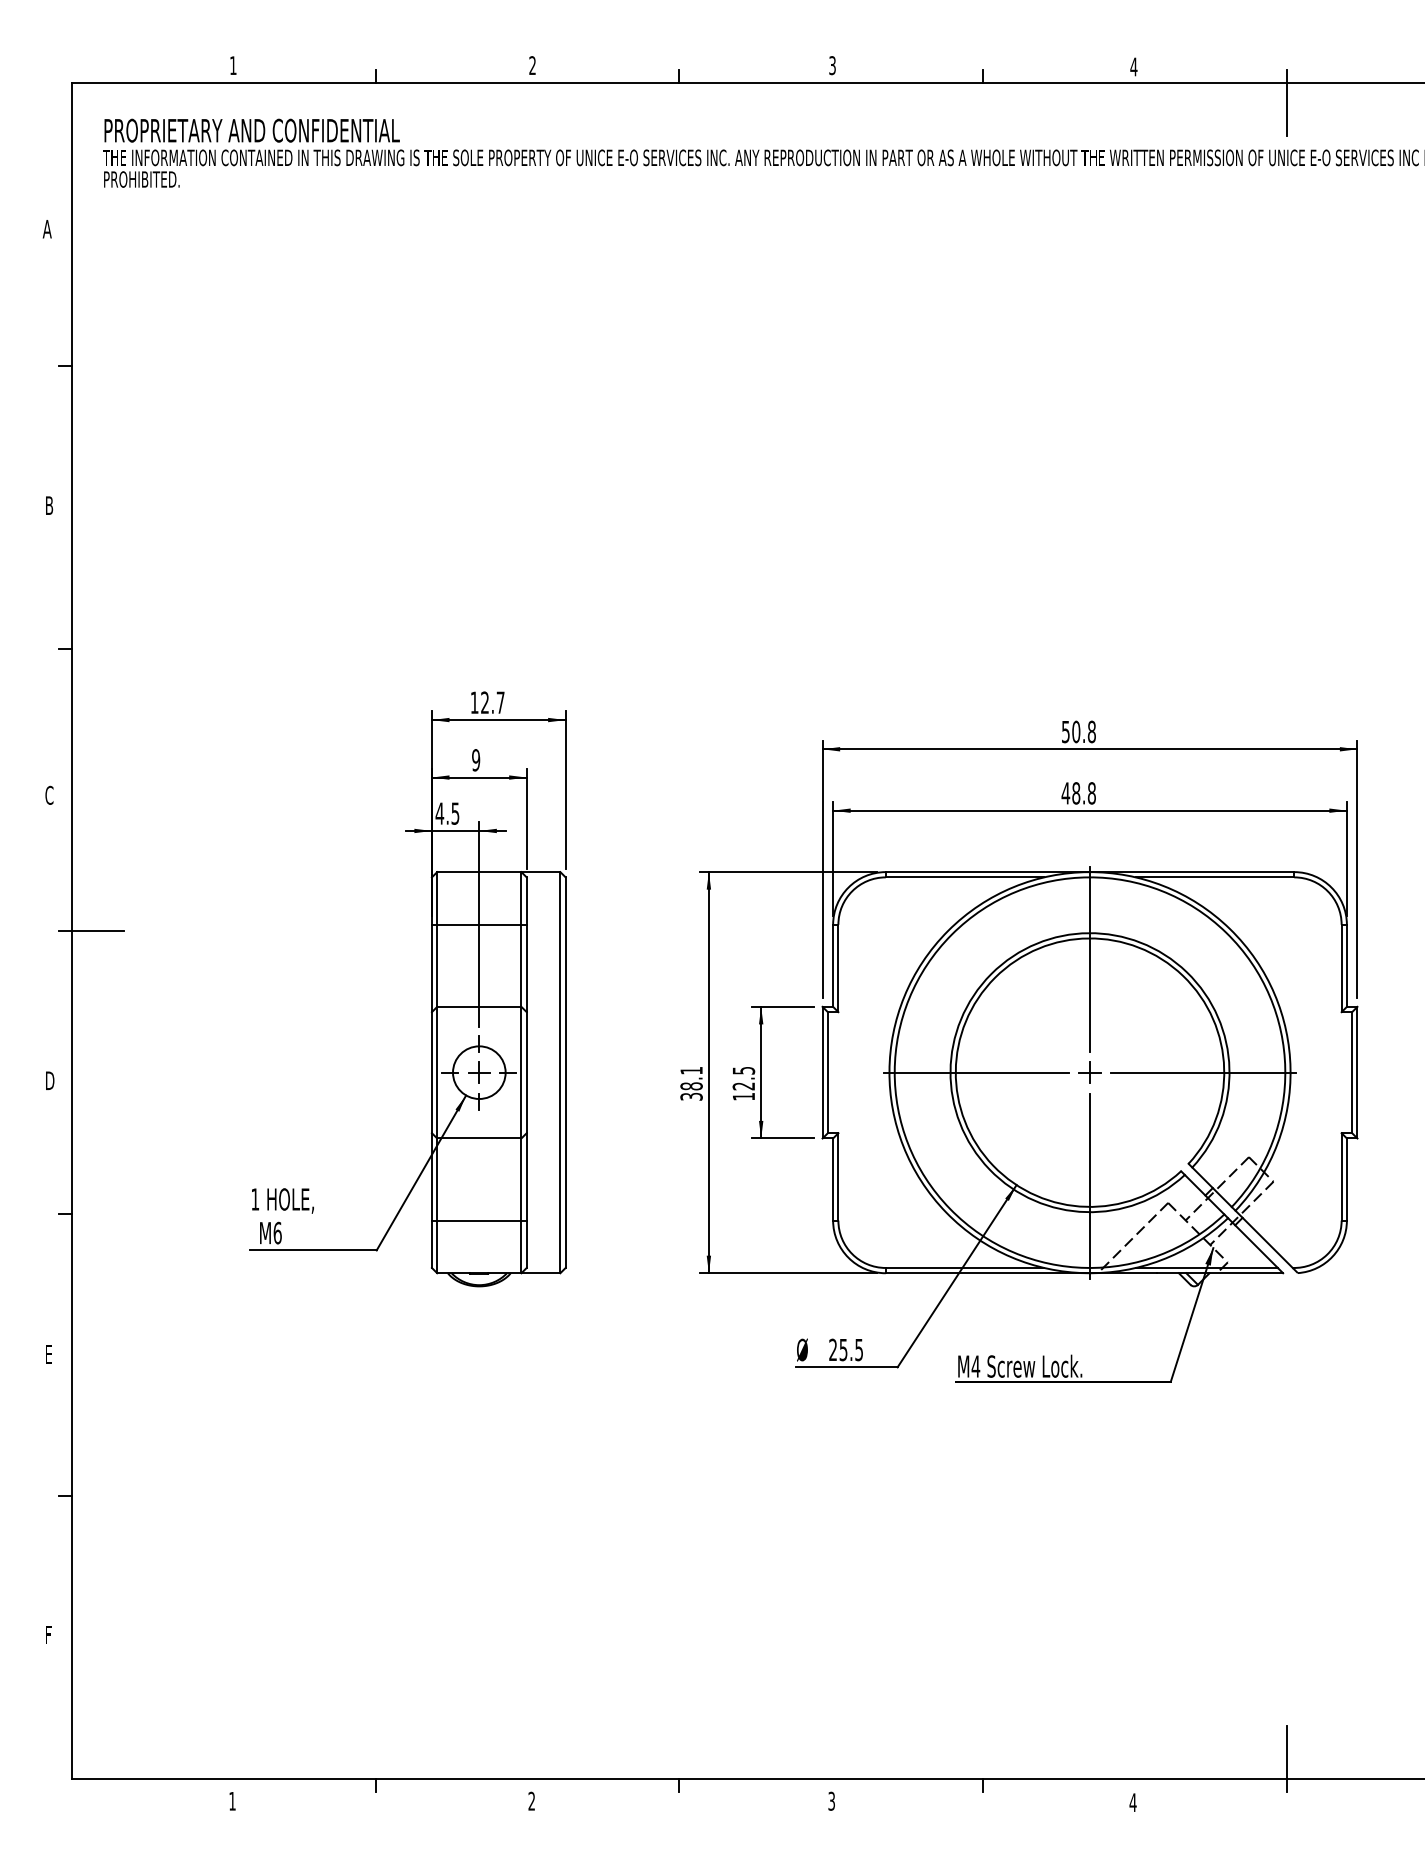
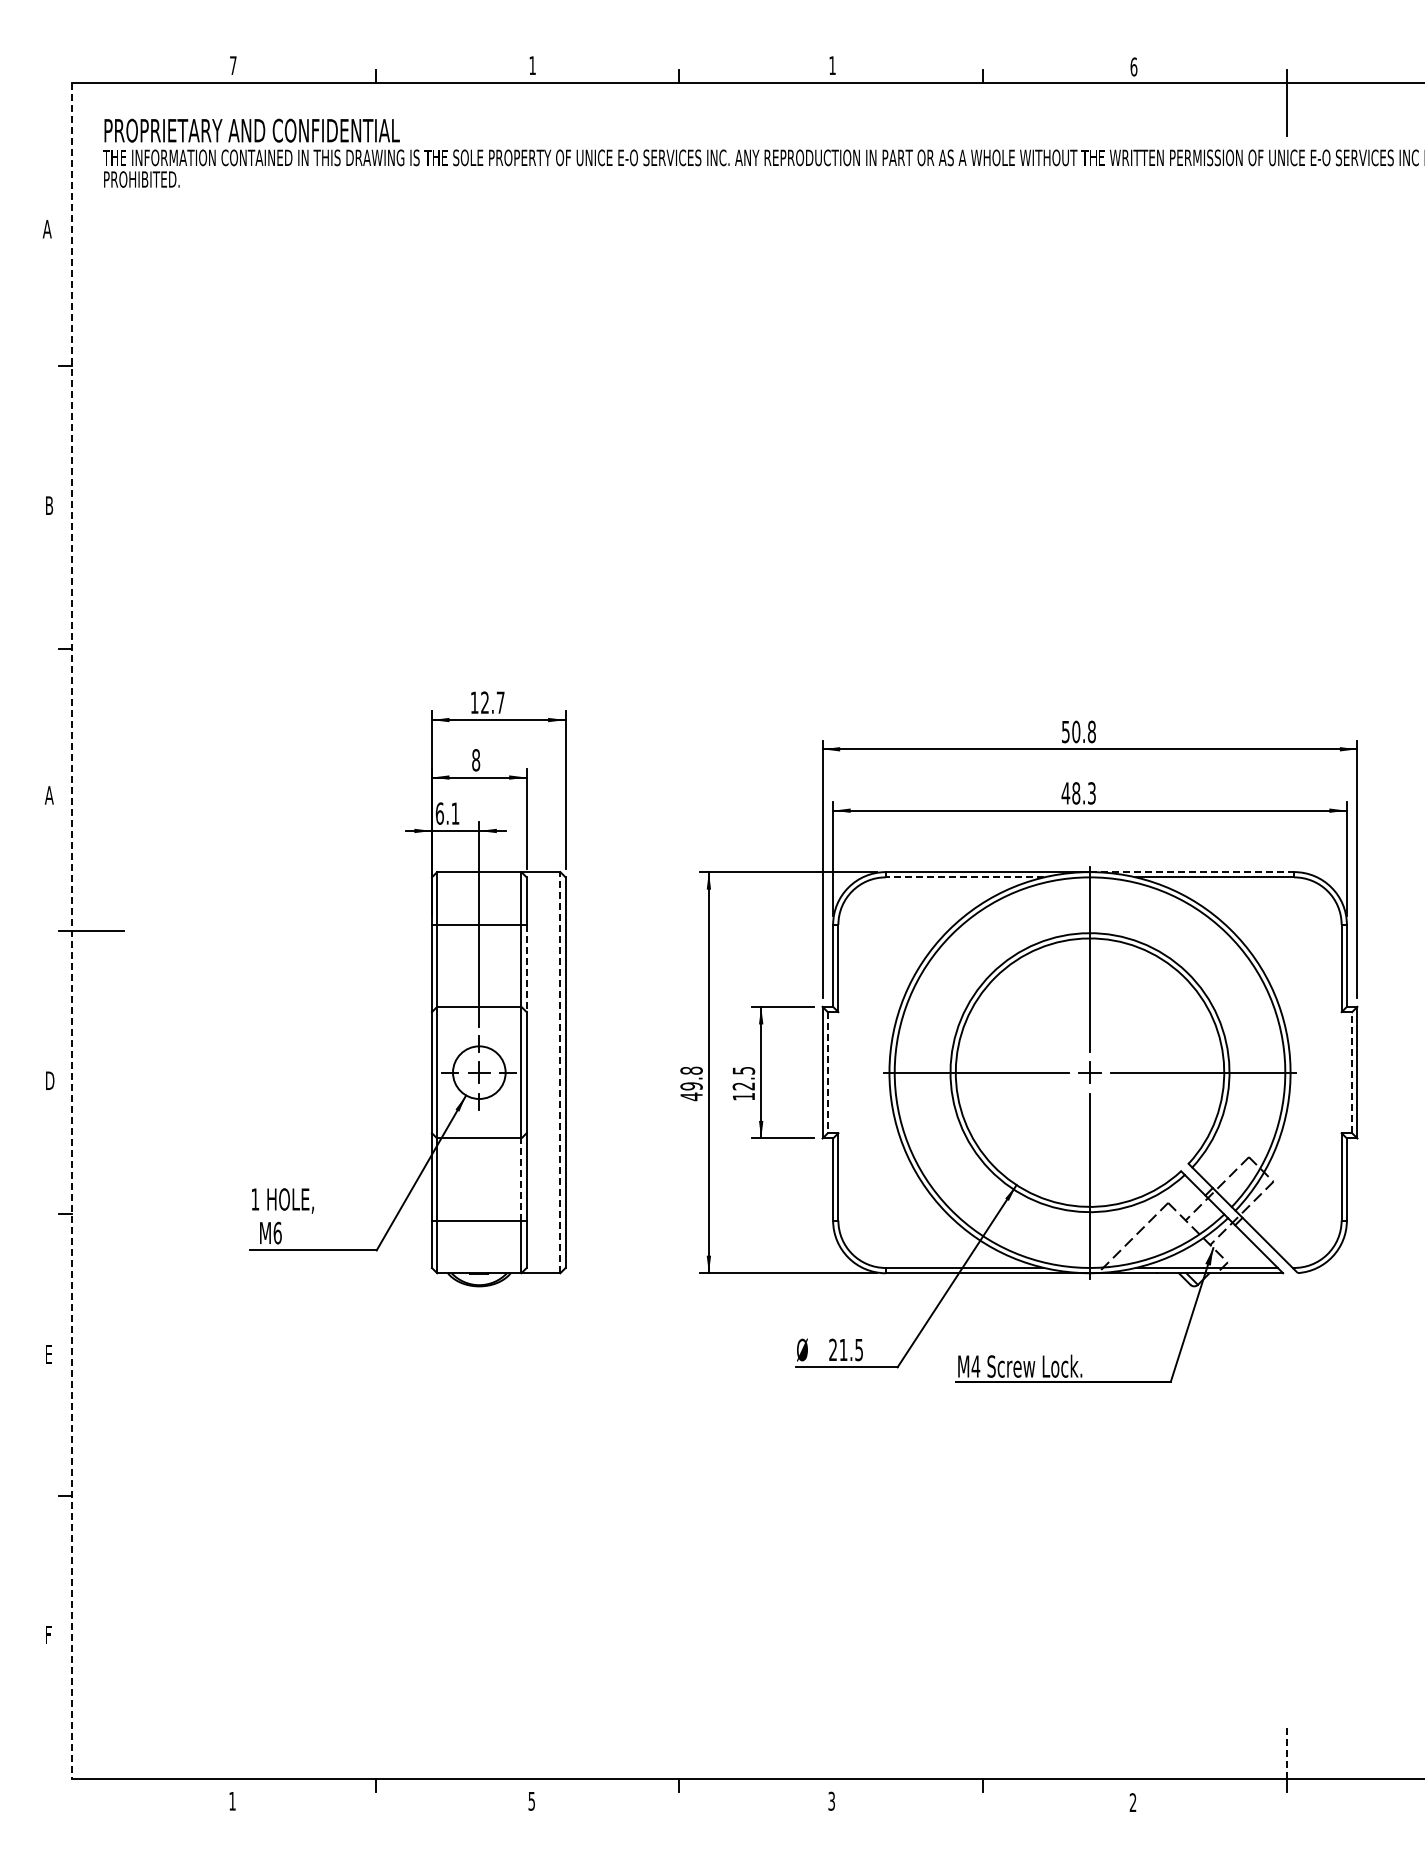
text at (233, 65): 1 -> 7
text at (532, 65): 2 -> 1
text at (832, 65): 3 -> 1
text at (1133, 66): 4 -> 6
text at (476, 760): 9 -> 8
text at (1091, 793): 48.8 -> 48.3
text at (48, 794): C -> A
text at (447, 813): 4.5 -> 6.1
line at (1192, 872): solid -> dashed
line at (964, 877): solid -> dashed
line at (71, 931): solid -> dashed
line at (526, 968): solid -> dashed
line at (560, 1072): solid -> dashed
line at (827, 1072): solid -> dashed
line at (1352, 1072): solid -> dashed
text at (691, 1083): 38.1 -> 49.8
line at (521, 1179): solid -> dashed
text at (843, 1350): 25.5 -> 21.5
line at (1286, 1752): solid -> dashed
text at (531, 1800): 2 -> 5
text at (1132, 1802): 4 -> 2
